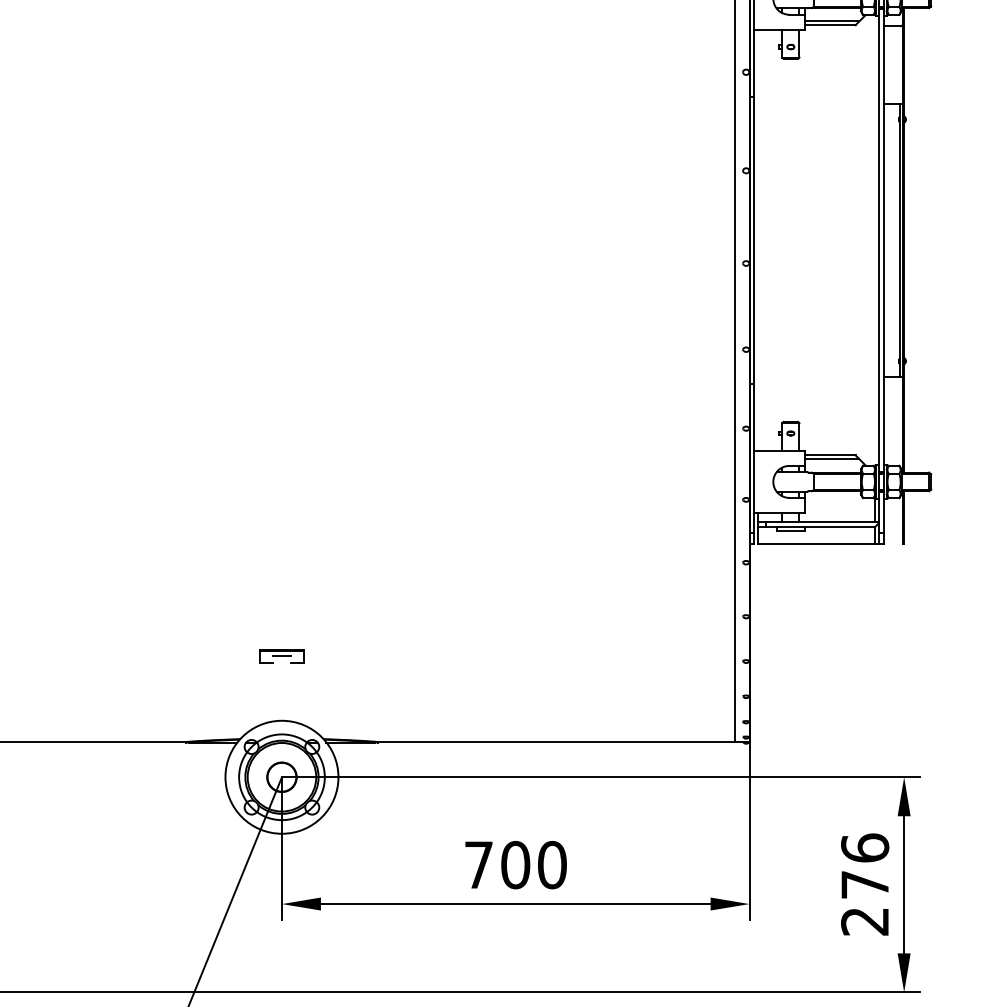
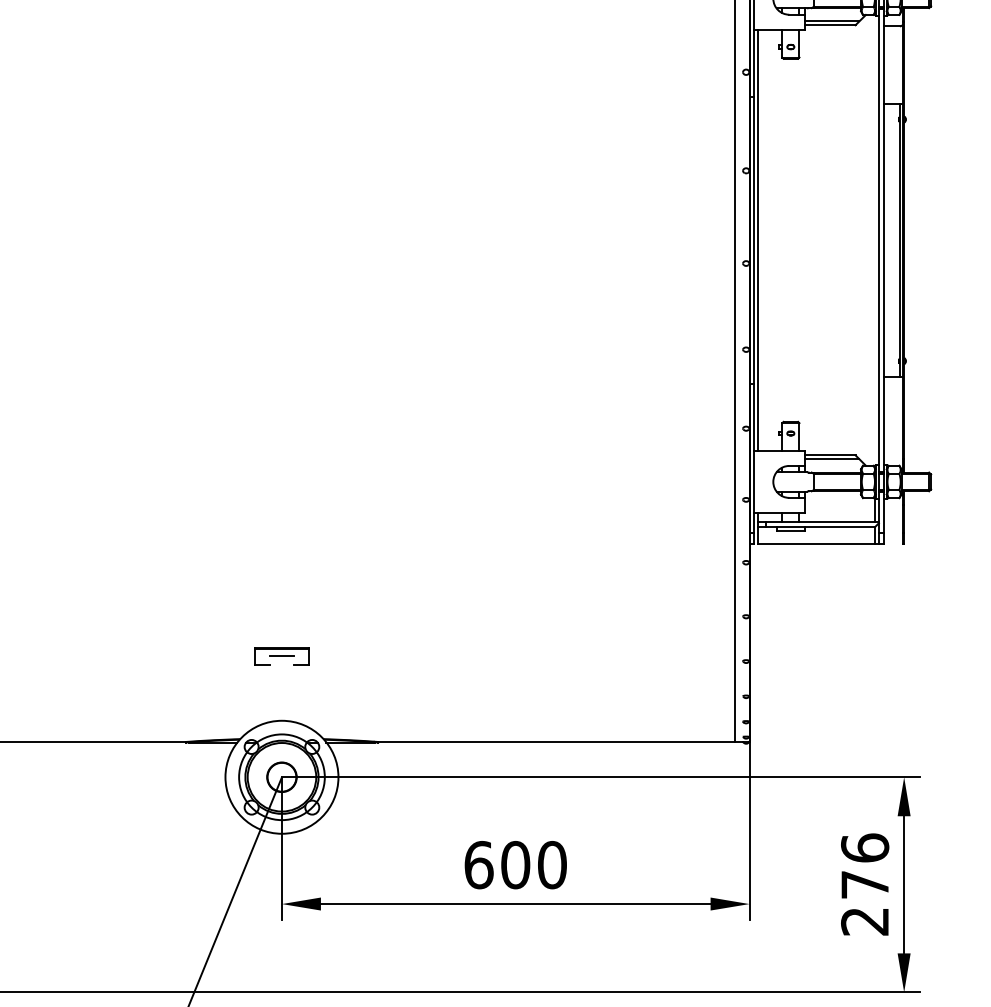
line at (758, 239): none -> present
part at (281, 656) size: 46x15 px -> 56x19 px
text at (478, 865): 700 -> 600
